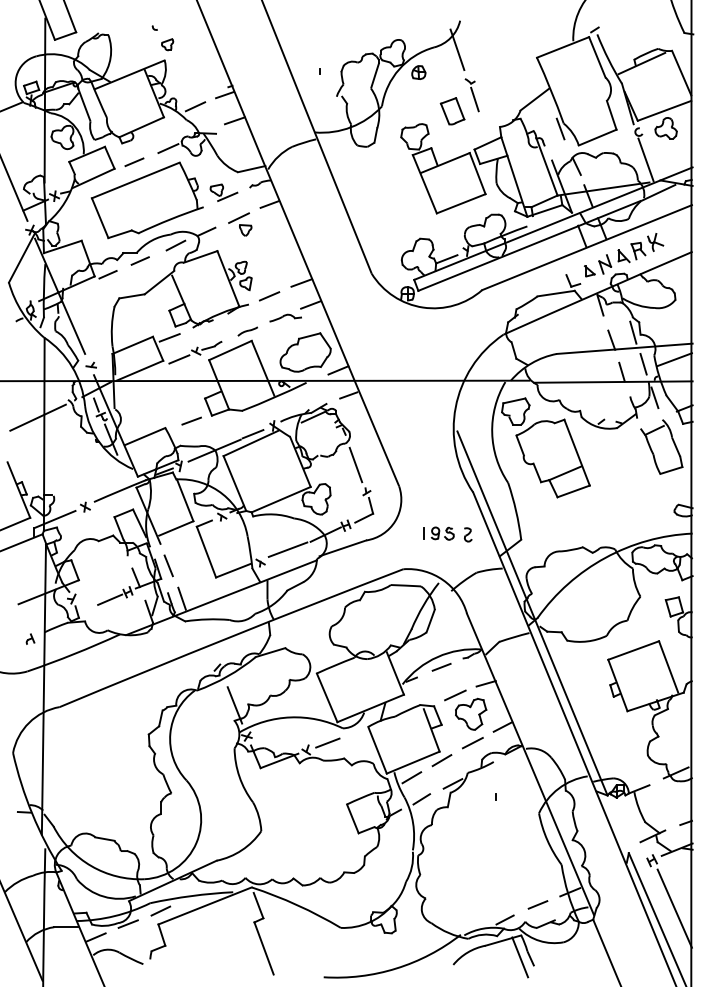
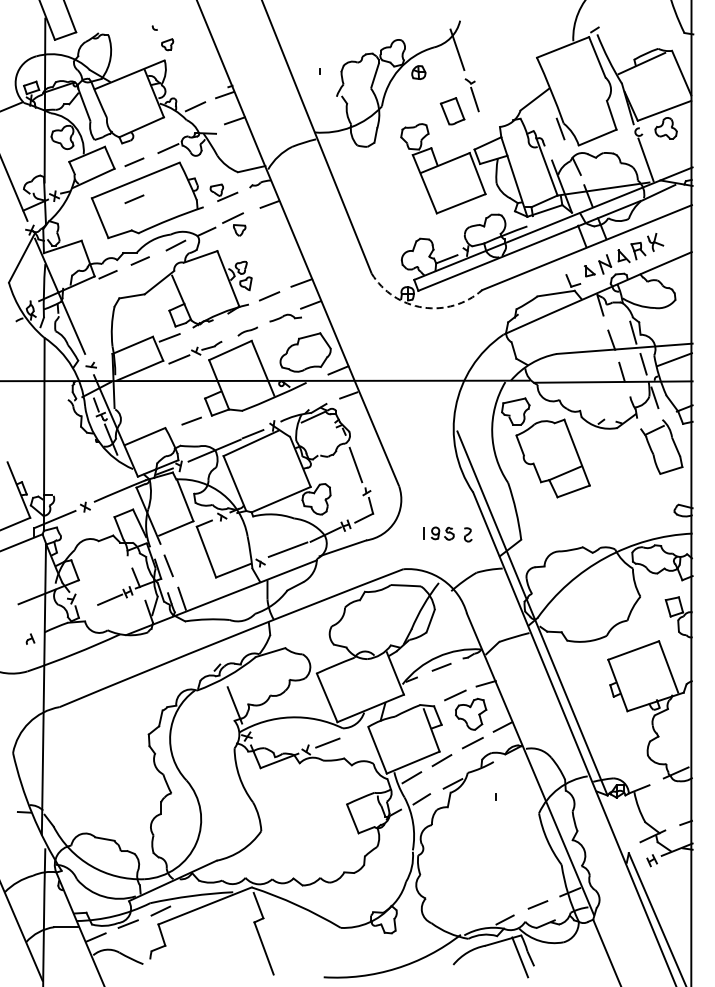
line at (134, 199): none -> present
part at (240, 224) position: (240, 224) -> (234, 224)
arc at (423, 307): solid -> dashed
line at (37, 417): present -> none
line at (674, 908): present -> none
